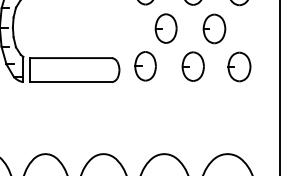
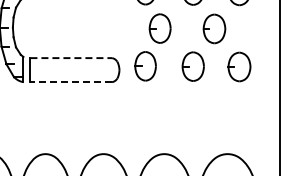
part at (165, 28) position: (165, 28) -> (159, 28)
line at (71, 58): solid -> dashed
line at (71, 82): solid -> dashed
